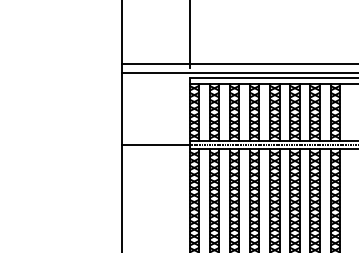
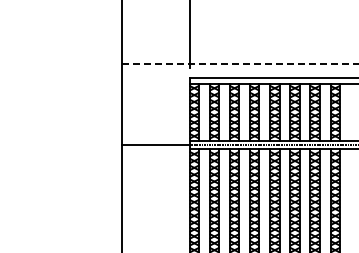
line at (240, 64): solid -> dashed
line at (238, 72): present -> none
